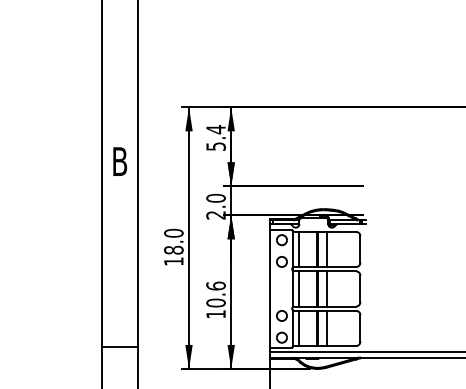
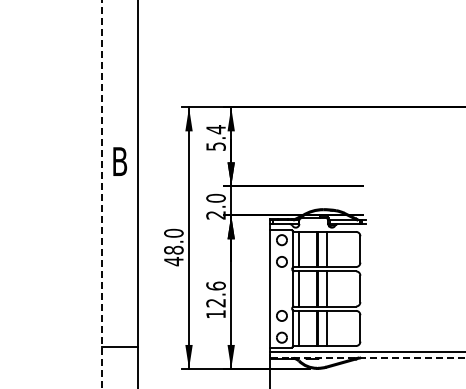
line at (101, 194): solid -> dashed
text at (173, 261): 18.0 -> 48.0
text at (215, 302): 10.6 -> 12.6
line at (367, 357): solid -> dashed
